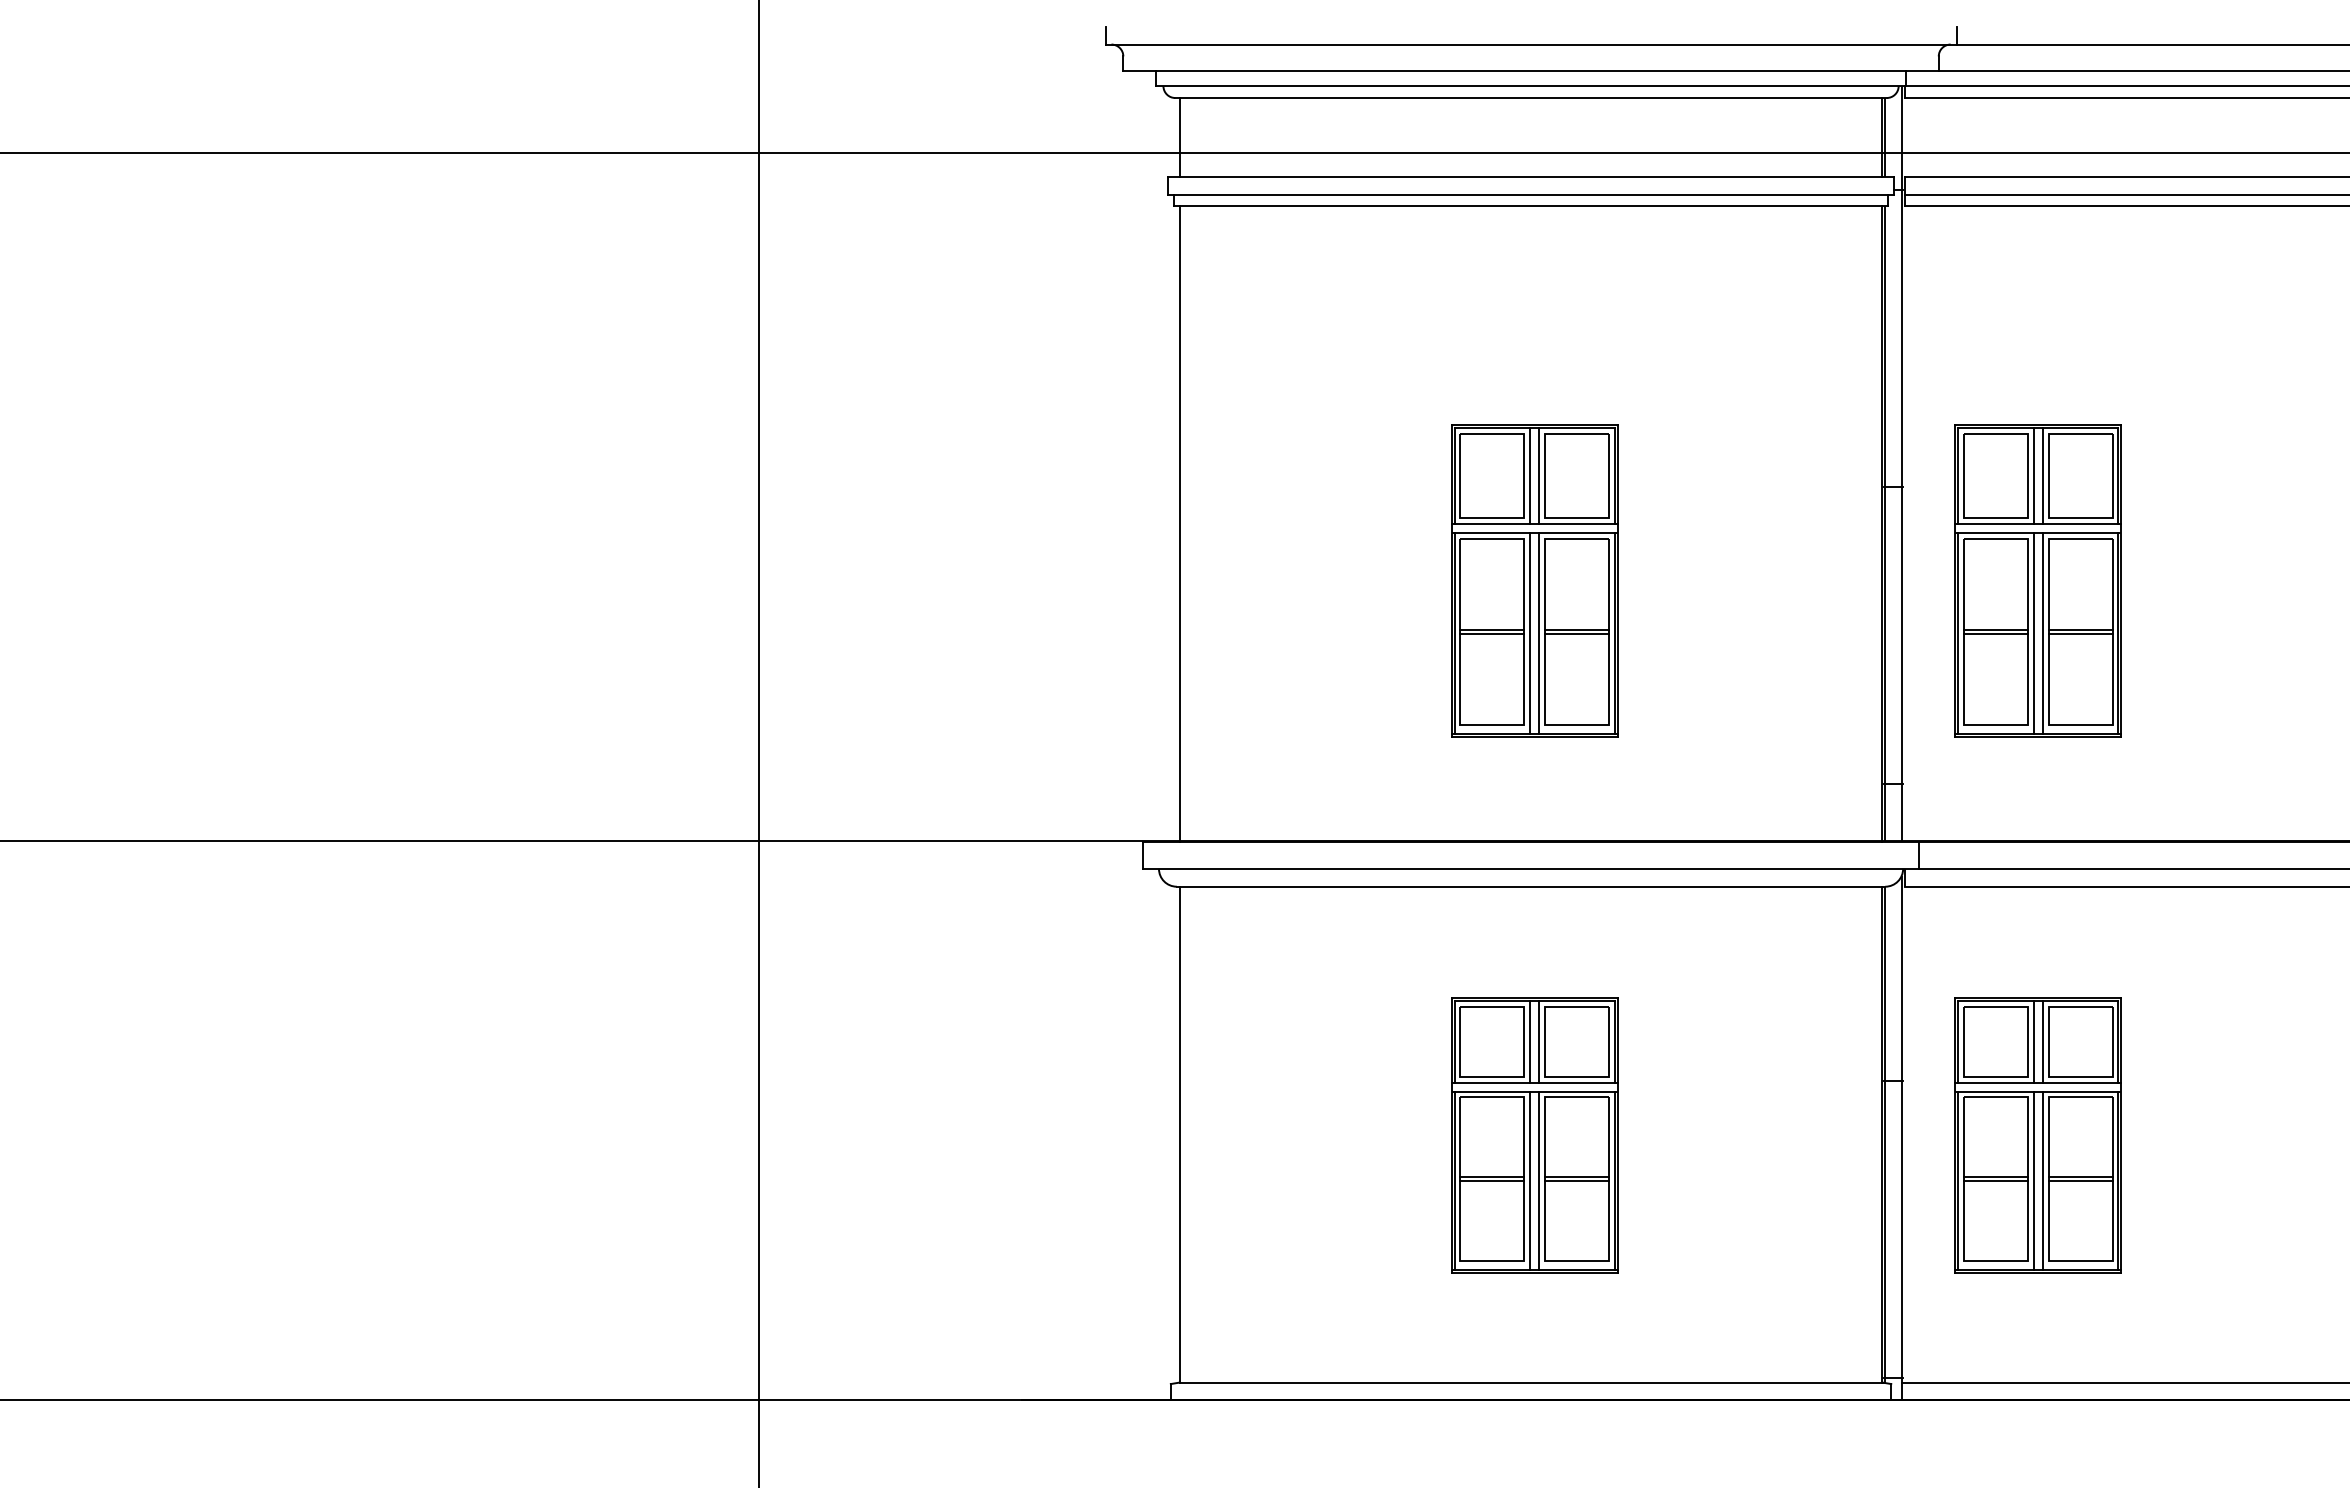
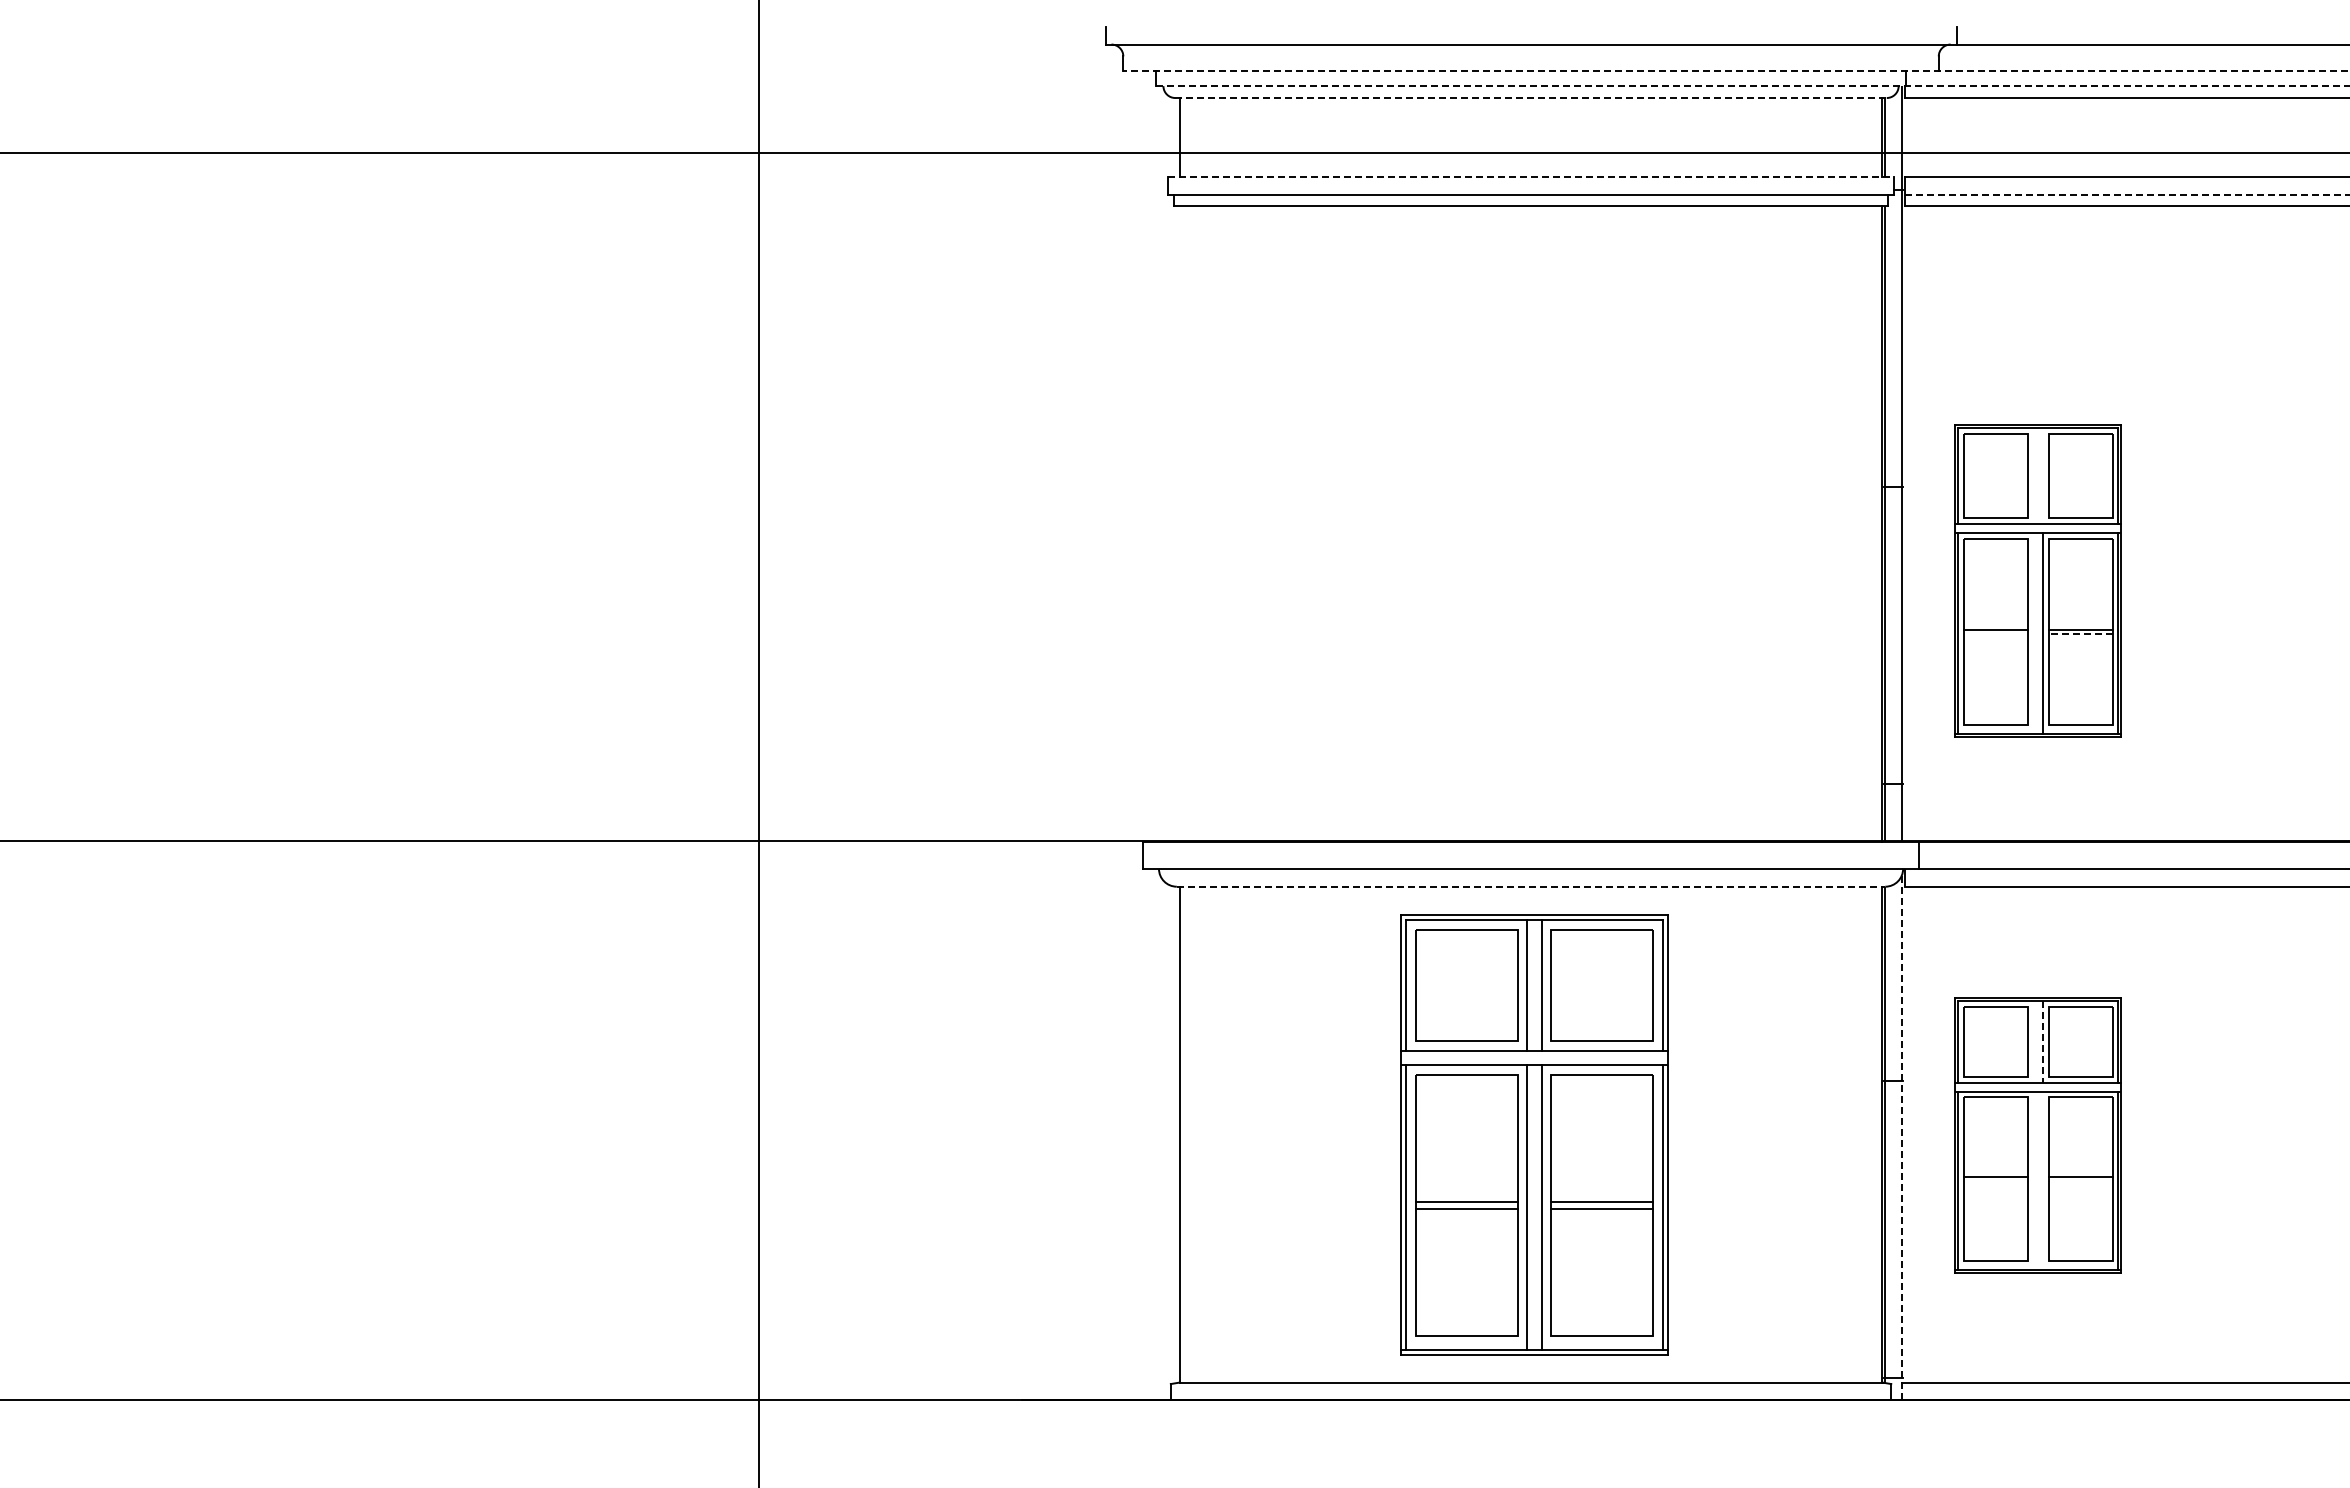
line at (1736, 71): solid -> dashed
line at (1752, 86): solid -> dashed
line at (1531, 98): solid -> dashed
line at (1531, 176): solid -> dashed
line at (2127, 194): solid -> dashed
line at (2033, 475): present -> none
line at (2042, 475): present -> none
line at (1179, 524): present -> none
part at (1534, 580): present -> none
line at (2033, 633): present -> none
line at (1995, 634): present -> none
line at (2080, 634): solid -> dashed
line at (1531, 886): solid -> dashed
line at (2033, 1041): present -> none
line at (2042, 1041): solid -> dashed
part at (1534, 1135) size: 168x277 px -> 269x442 px
line at (1901, 1138): solid -> dashed
line at (2033, 1180): present -> none
line at (2042, 1180): present -> none
line at (1995, 1181): present -> none
line at (2080, 1181): present -> none
